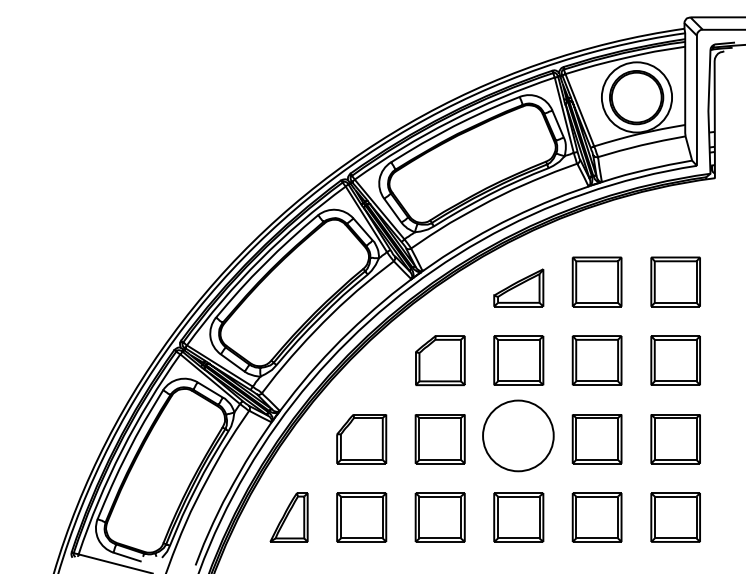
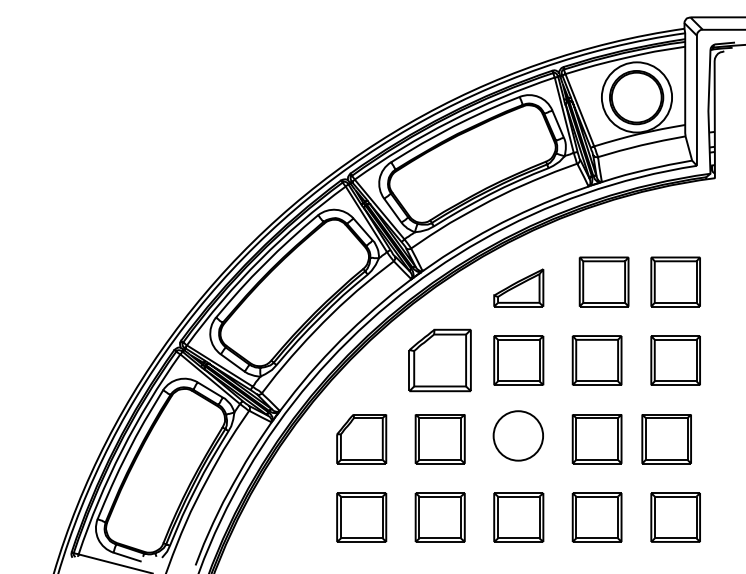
part at (596, 281) position: (596, 281) -> (603, 281)
part at (440, 360) size: 51x52 px -> 64x65 px
circle at (518, 435) diameter: 71 px -> 49 px
part at (675, 439) position: (675, 439) -> (666, 439)
part at (288, 517): present -> none
